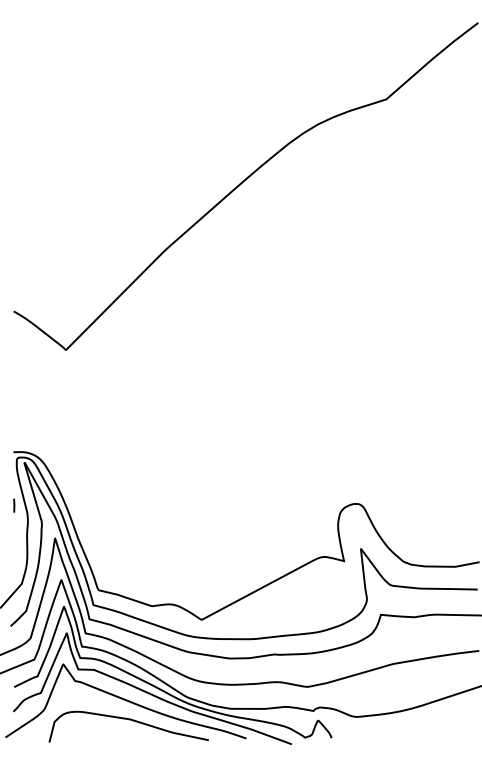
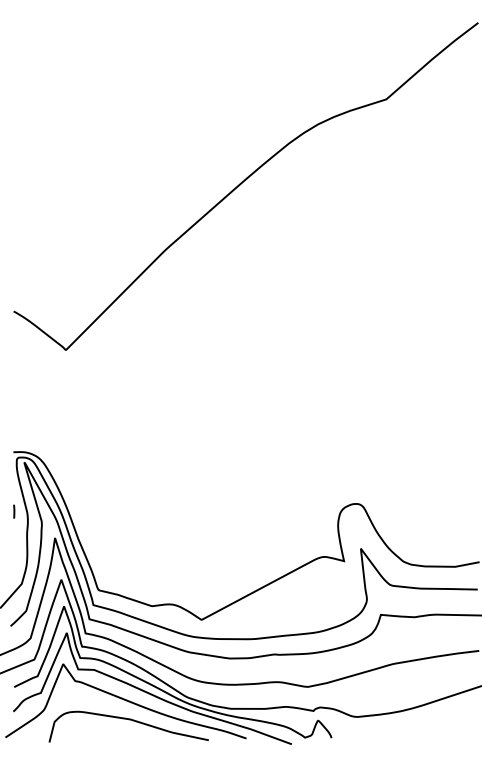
line at (14, 505) position: (14, 505) -> (14, 511)
